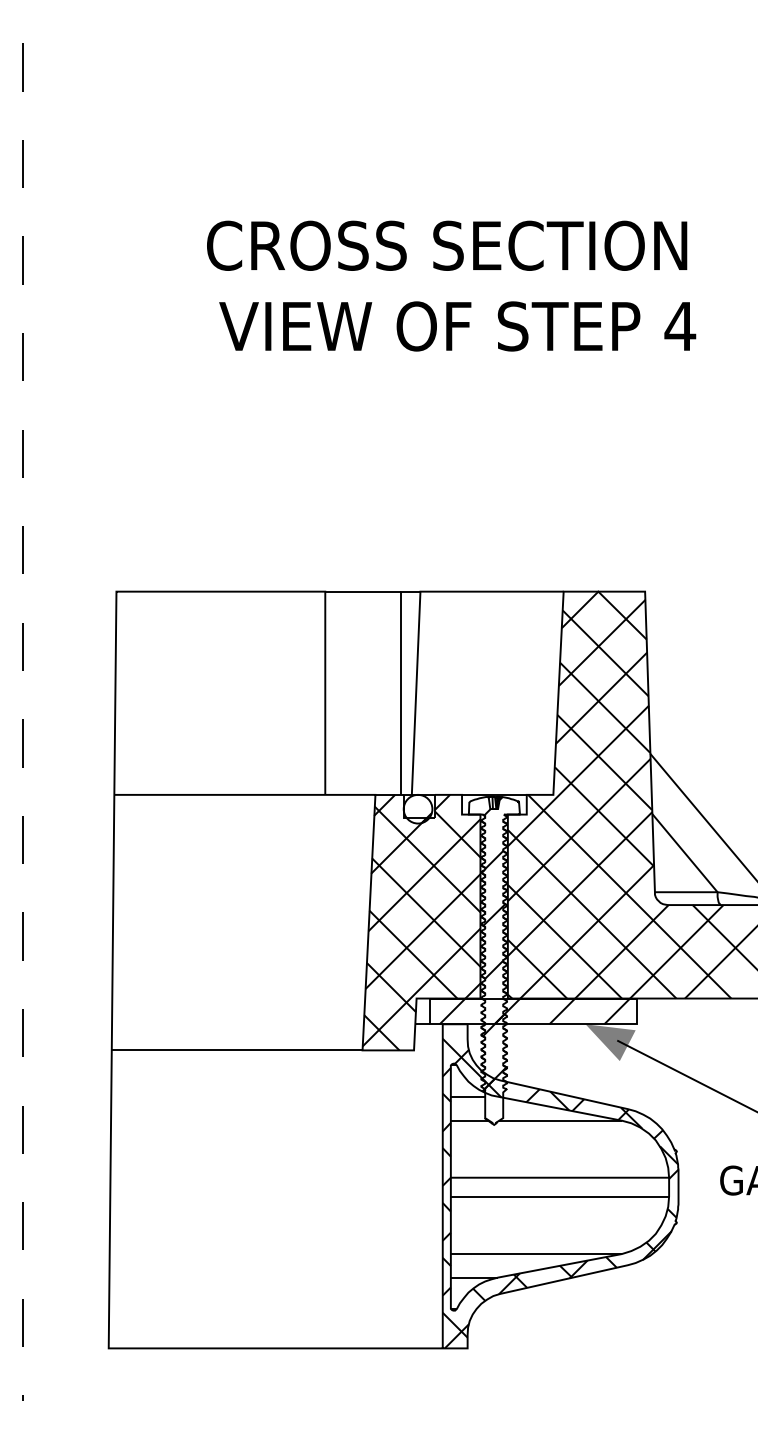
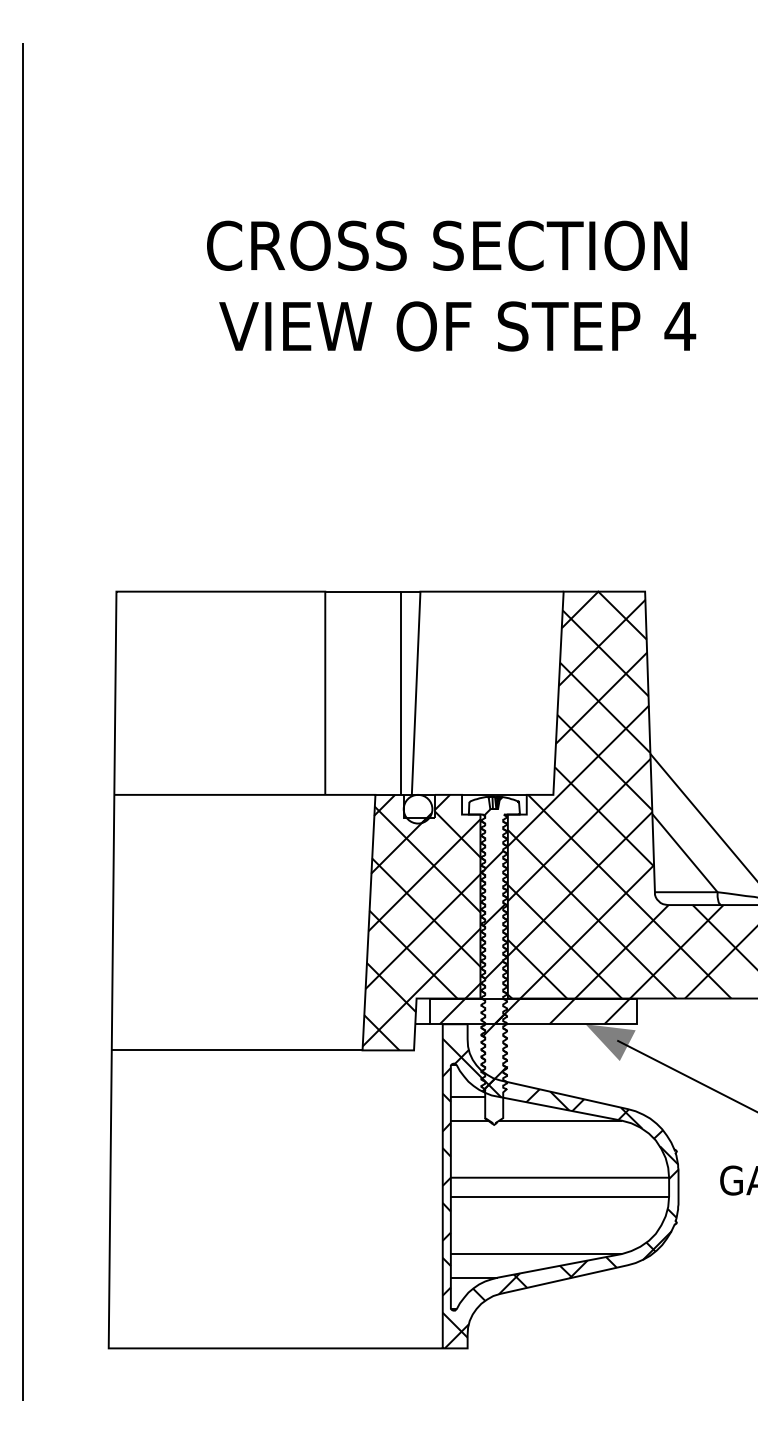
line at (22, 722): dashed -> solid
